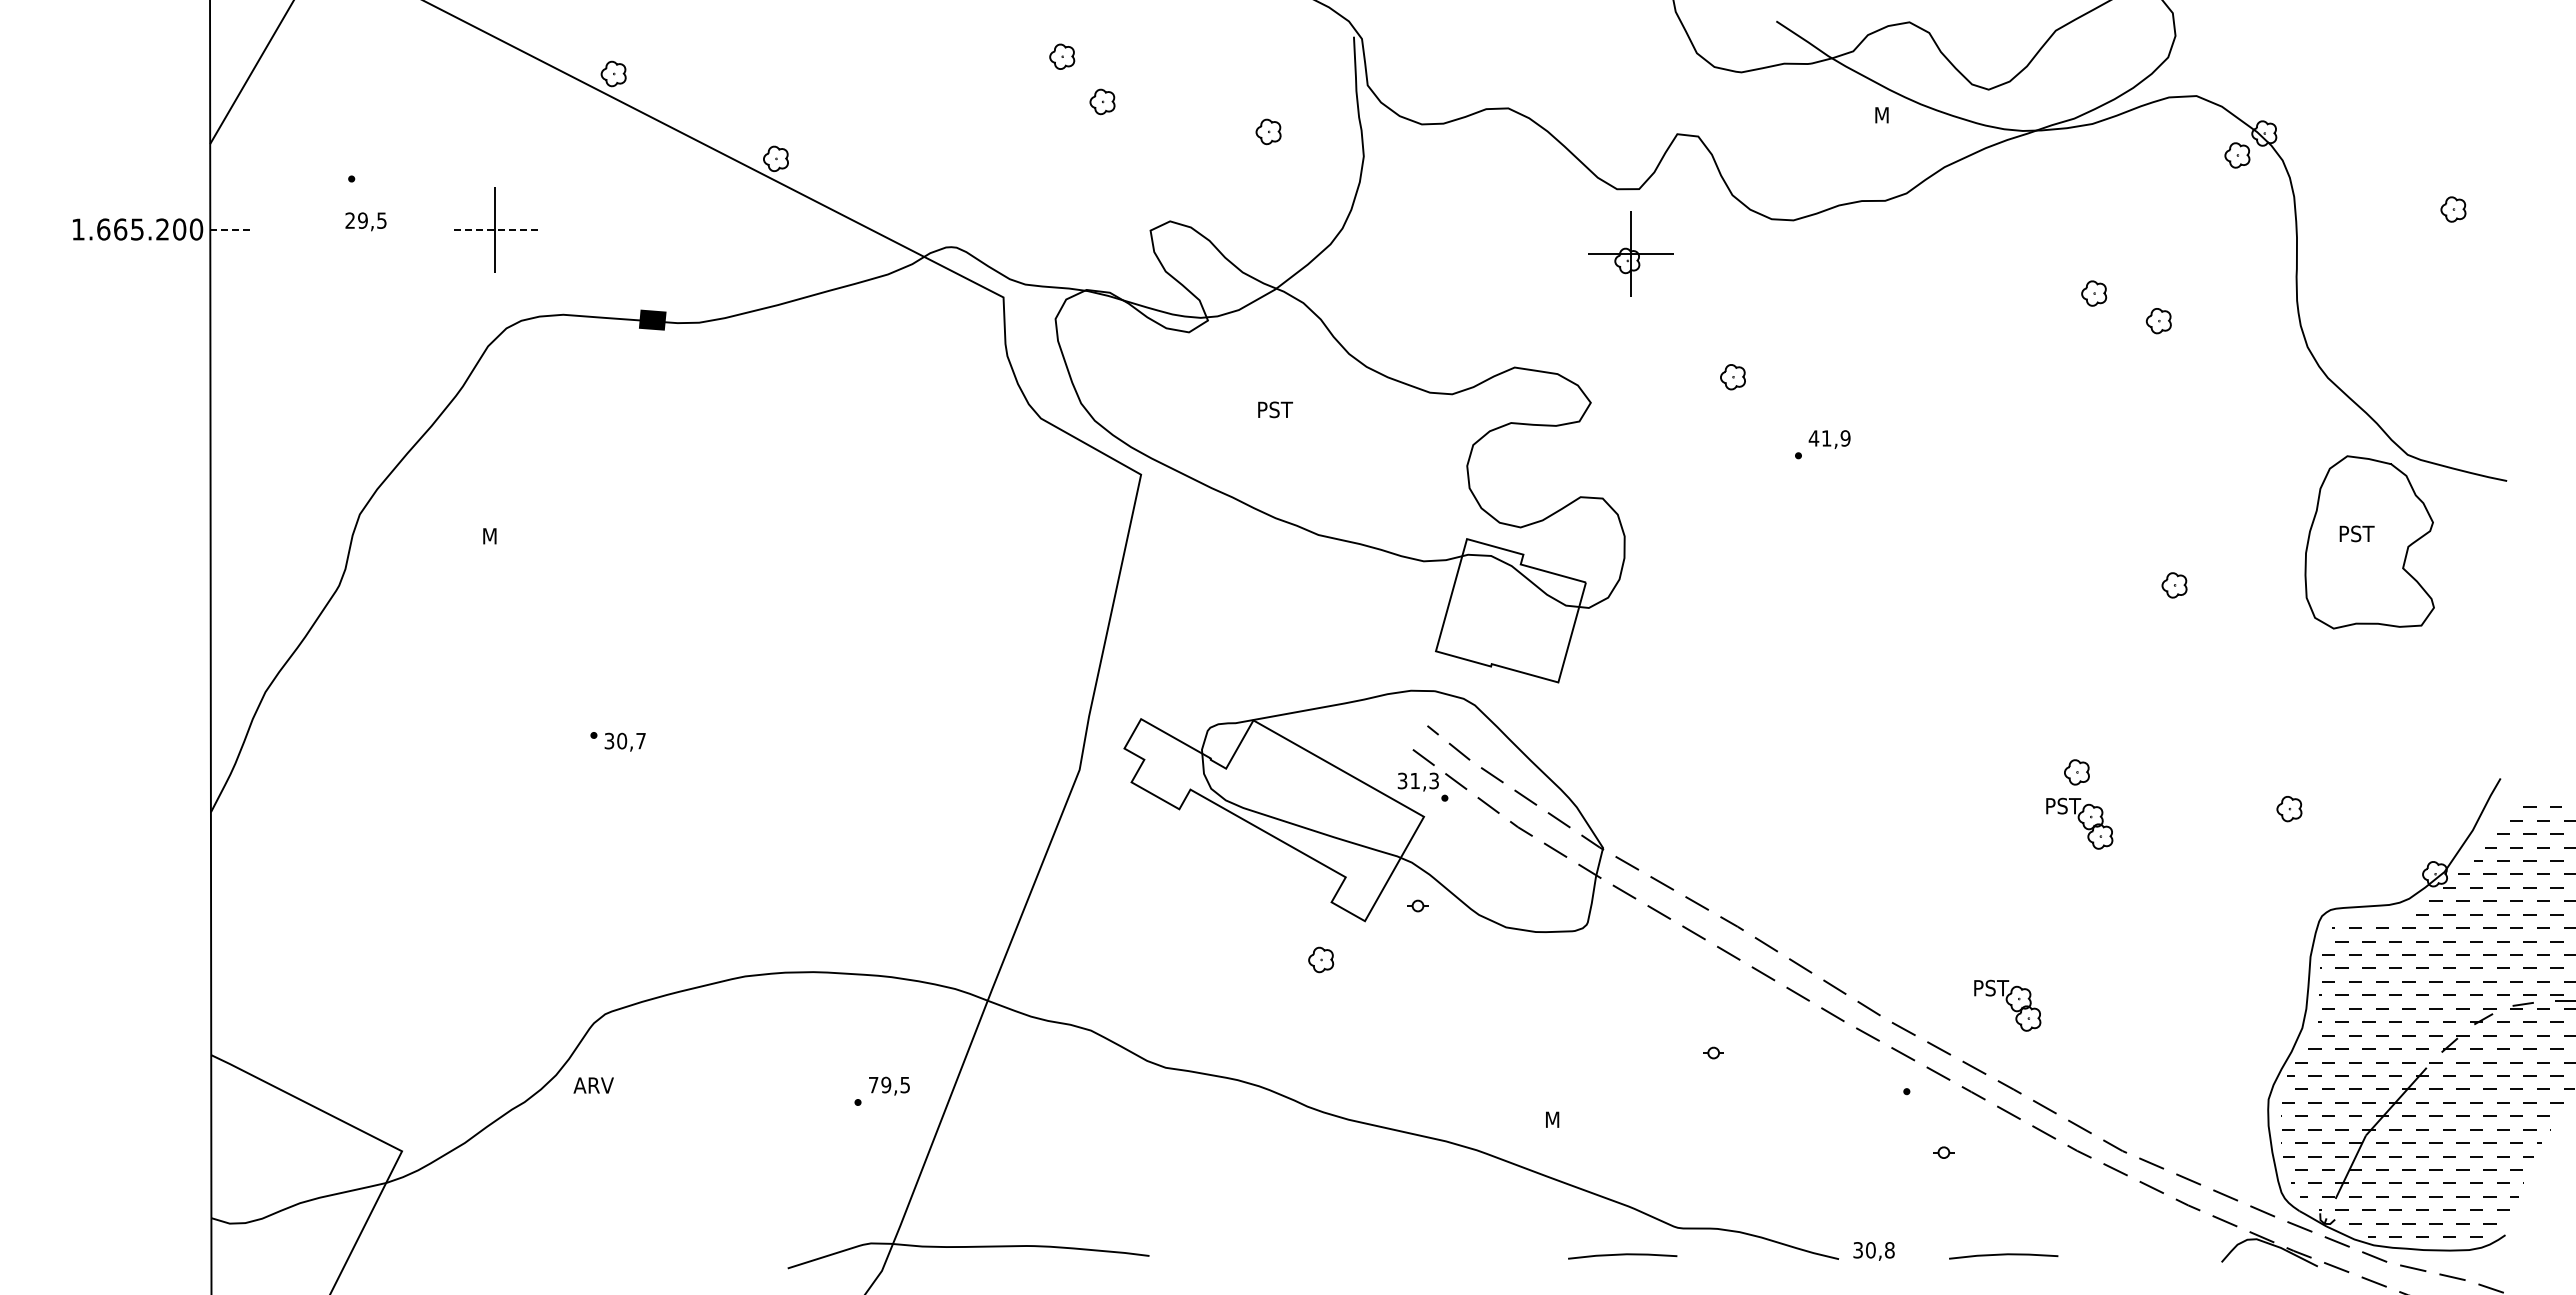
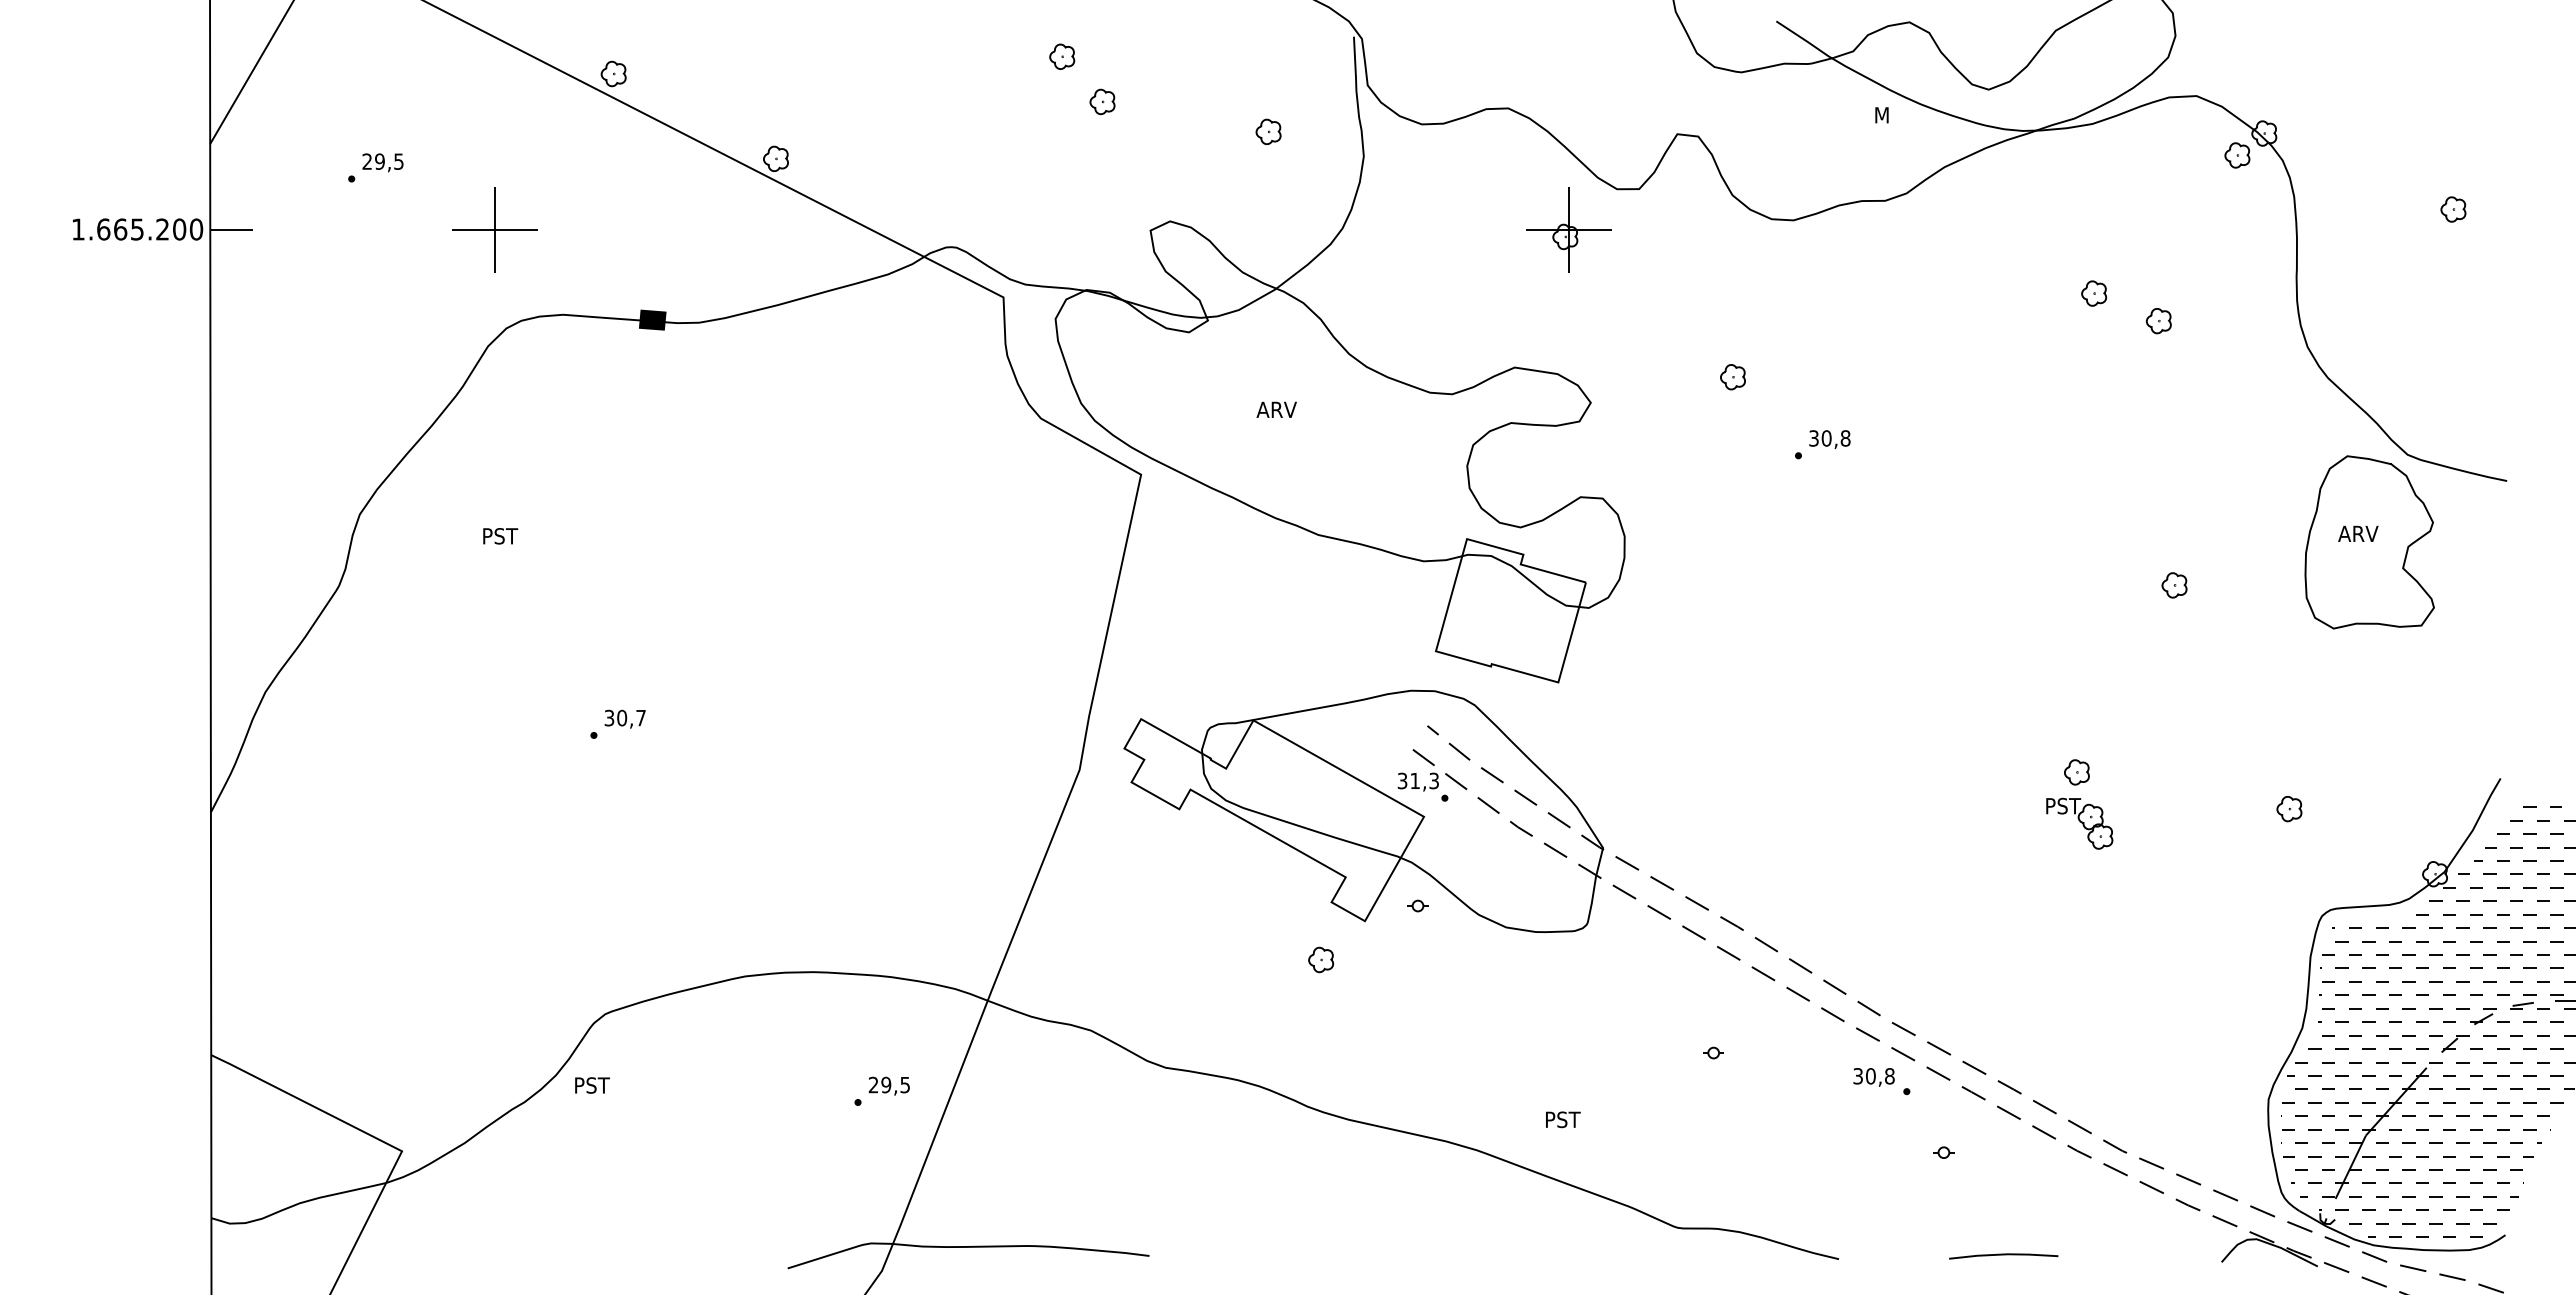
text at (365, 221) position: (365, 221) -> (382, 162)
line at (232, 229): dashed -> solid
line at (494, 229): dashed -> solid
part at (1630, 253) position: (1630, 253) -> (1568, 229)
text at (1276, 409): PST -> ARV
text at (1829, 438): 41,9 -> 30,8
text at (2358, 533): PST -> ARV
text at (501, 536): M -> PST
text at (624, 741) position: (624, 741) -> (624, 718)
part at (2007, 1005): present -> none
text at (873, 1084): 79,5 -> 29,5
text at (593, 1085): ARV -> PST
text at (1563, 1119): M -> PST
text at (1873, 1251) position: (1873, 1251) -> (1873, 1077)
line at (1622, 1255): present -> none
